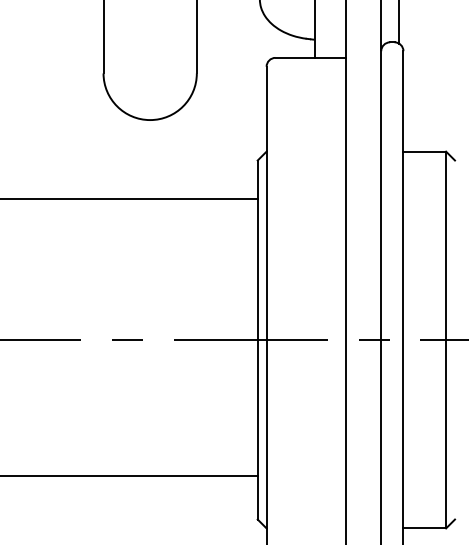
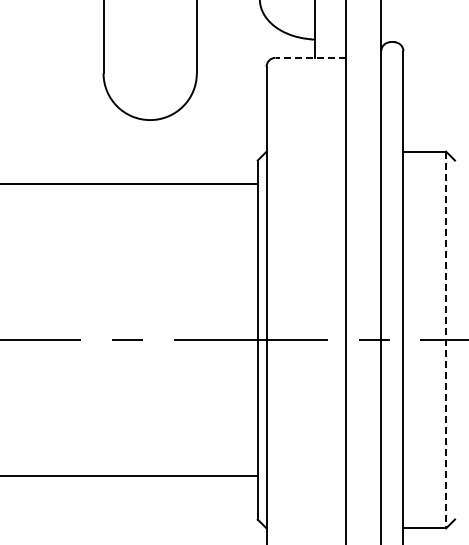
line at (399, 22): present -> none
line at (310, 57): solid -> dashed
line at (129, 198) position: (129, 198) -> (129, 183)
line at (446, 340): solid -> dashed
